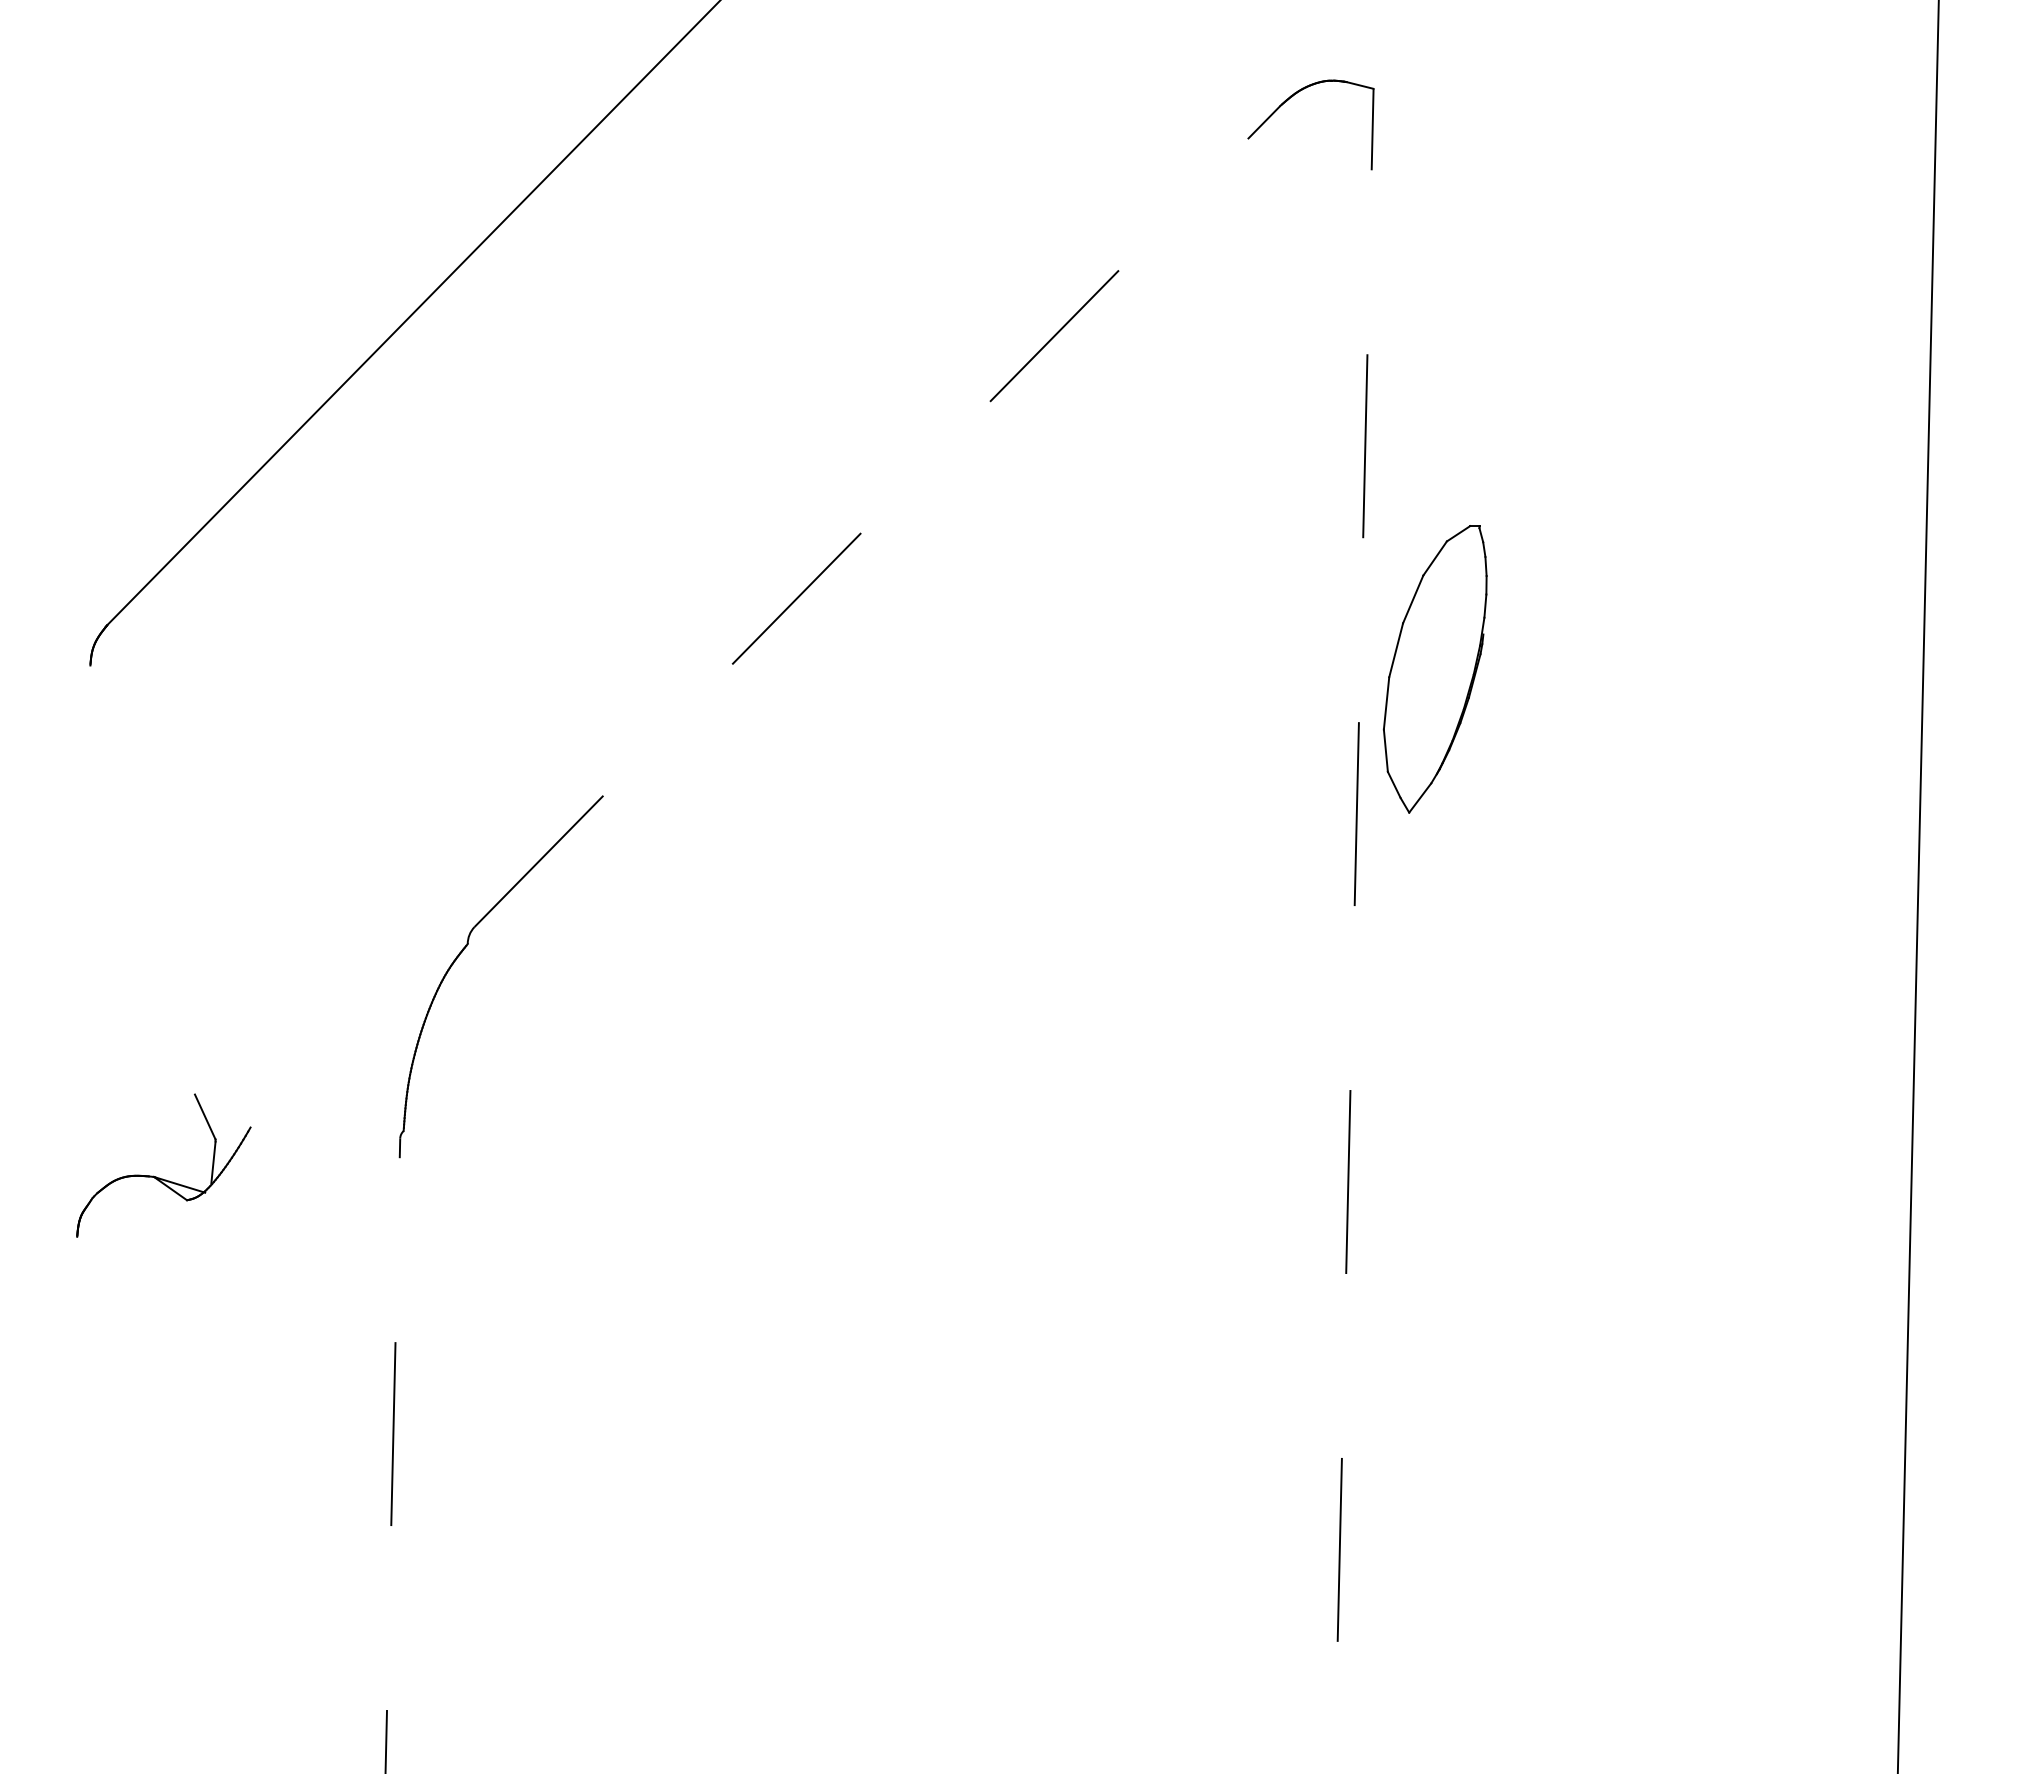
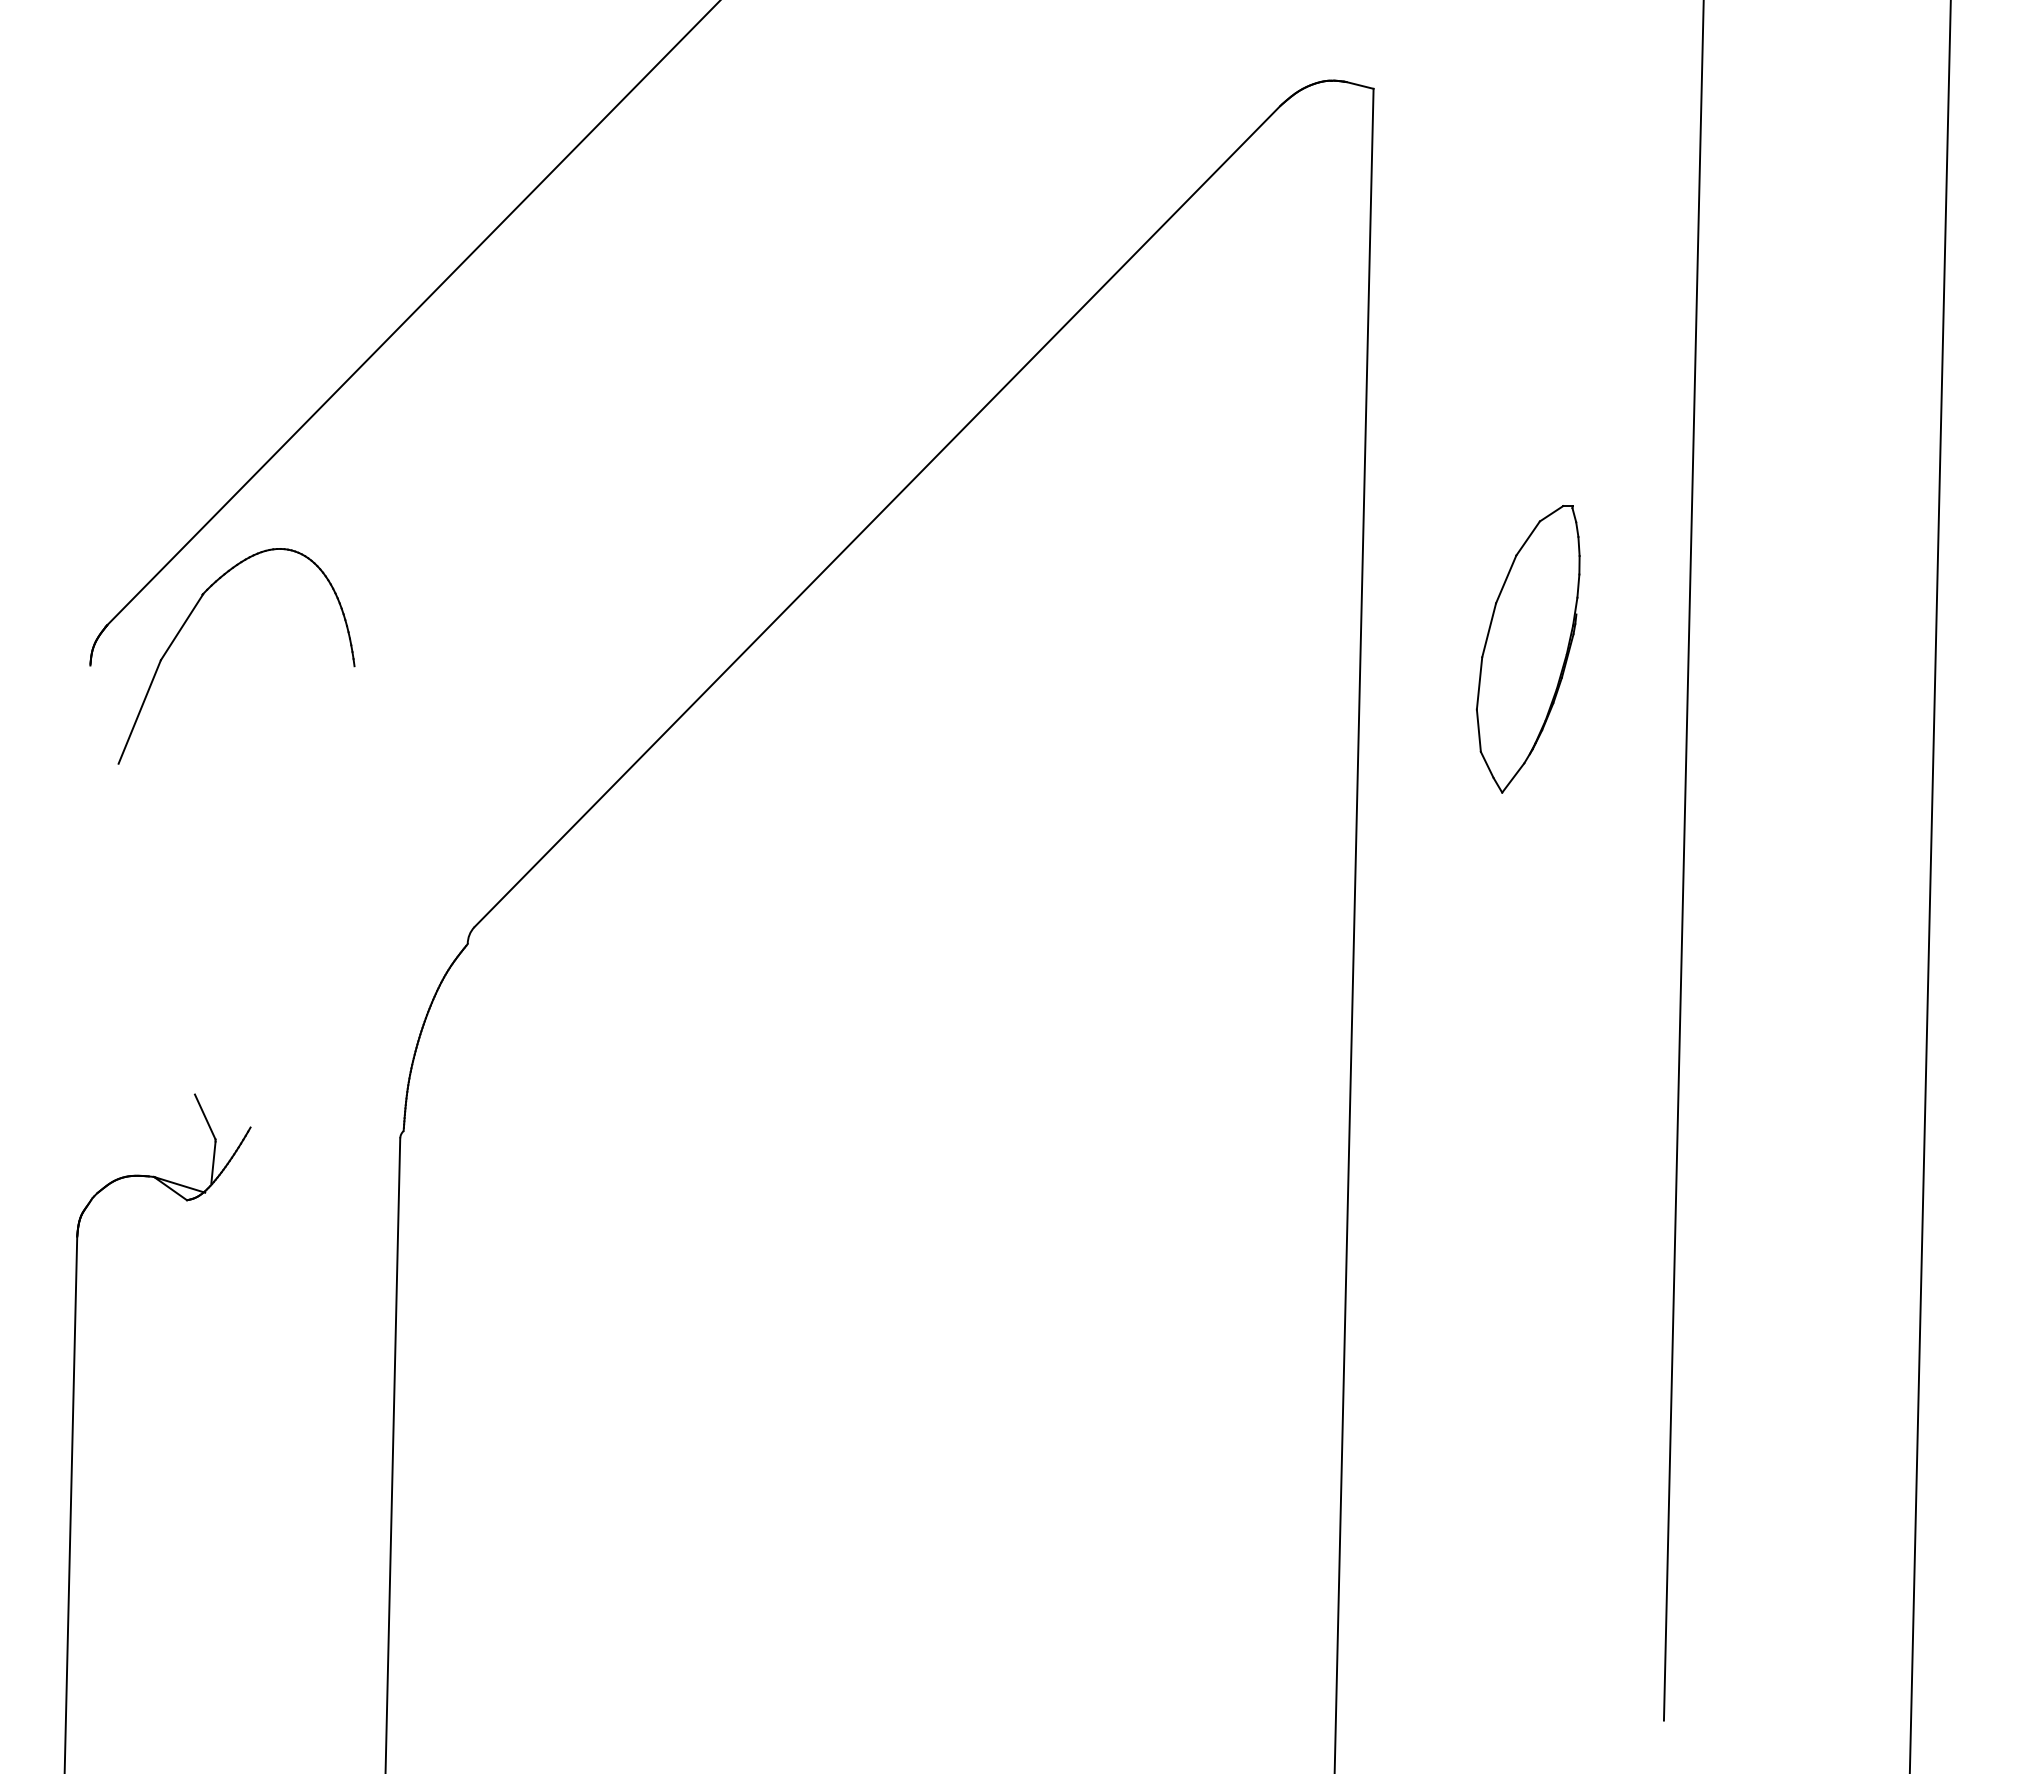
line at (877, 516): dashed -> solid
part at (186, 622): none -> present
part at (1434, 669) position: (1434, 669) -> (1527, 649)
line at (1683, 861): none -> present
line at (1917, 886) position: (1917, 886) -> (1929, 886)
line at (1354, 931): dashed -> solid
line at (392, 1455): dashed -> solid
line at (70, 1503): none -> present
